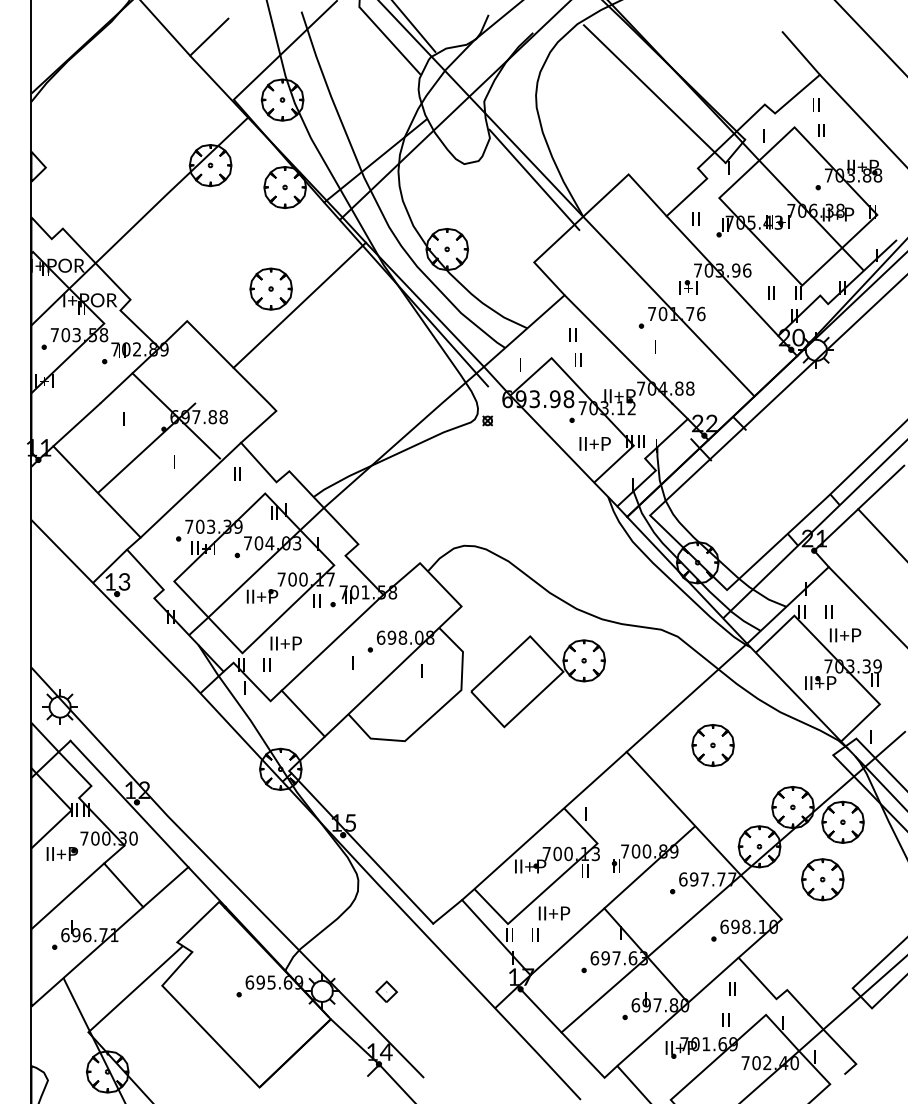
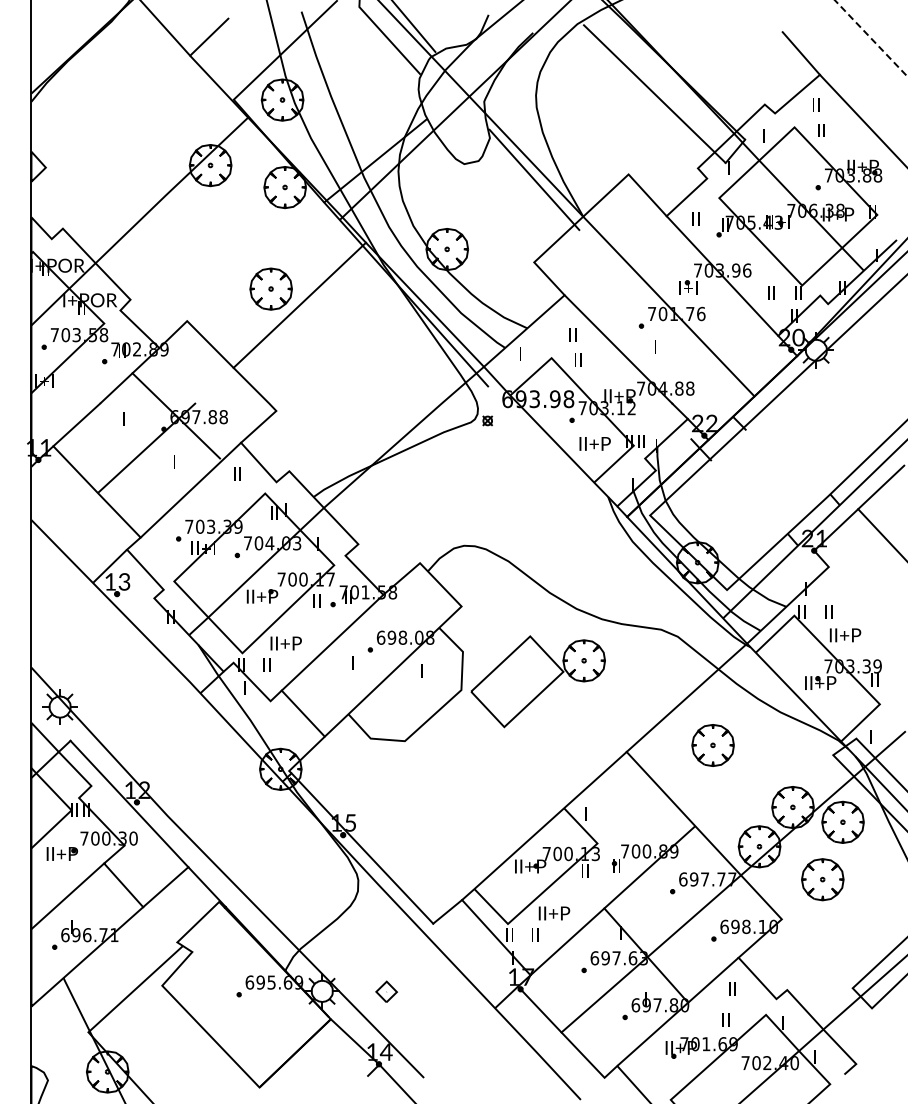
line at (871, 38): solid -> dashed
text at (520, 364) position: (520, 364) -> (520, 353)
line at (866, 606): present -> none
